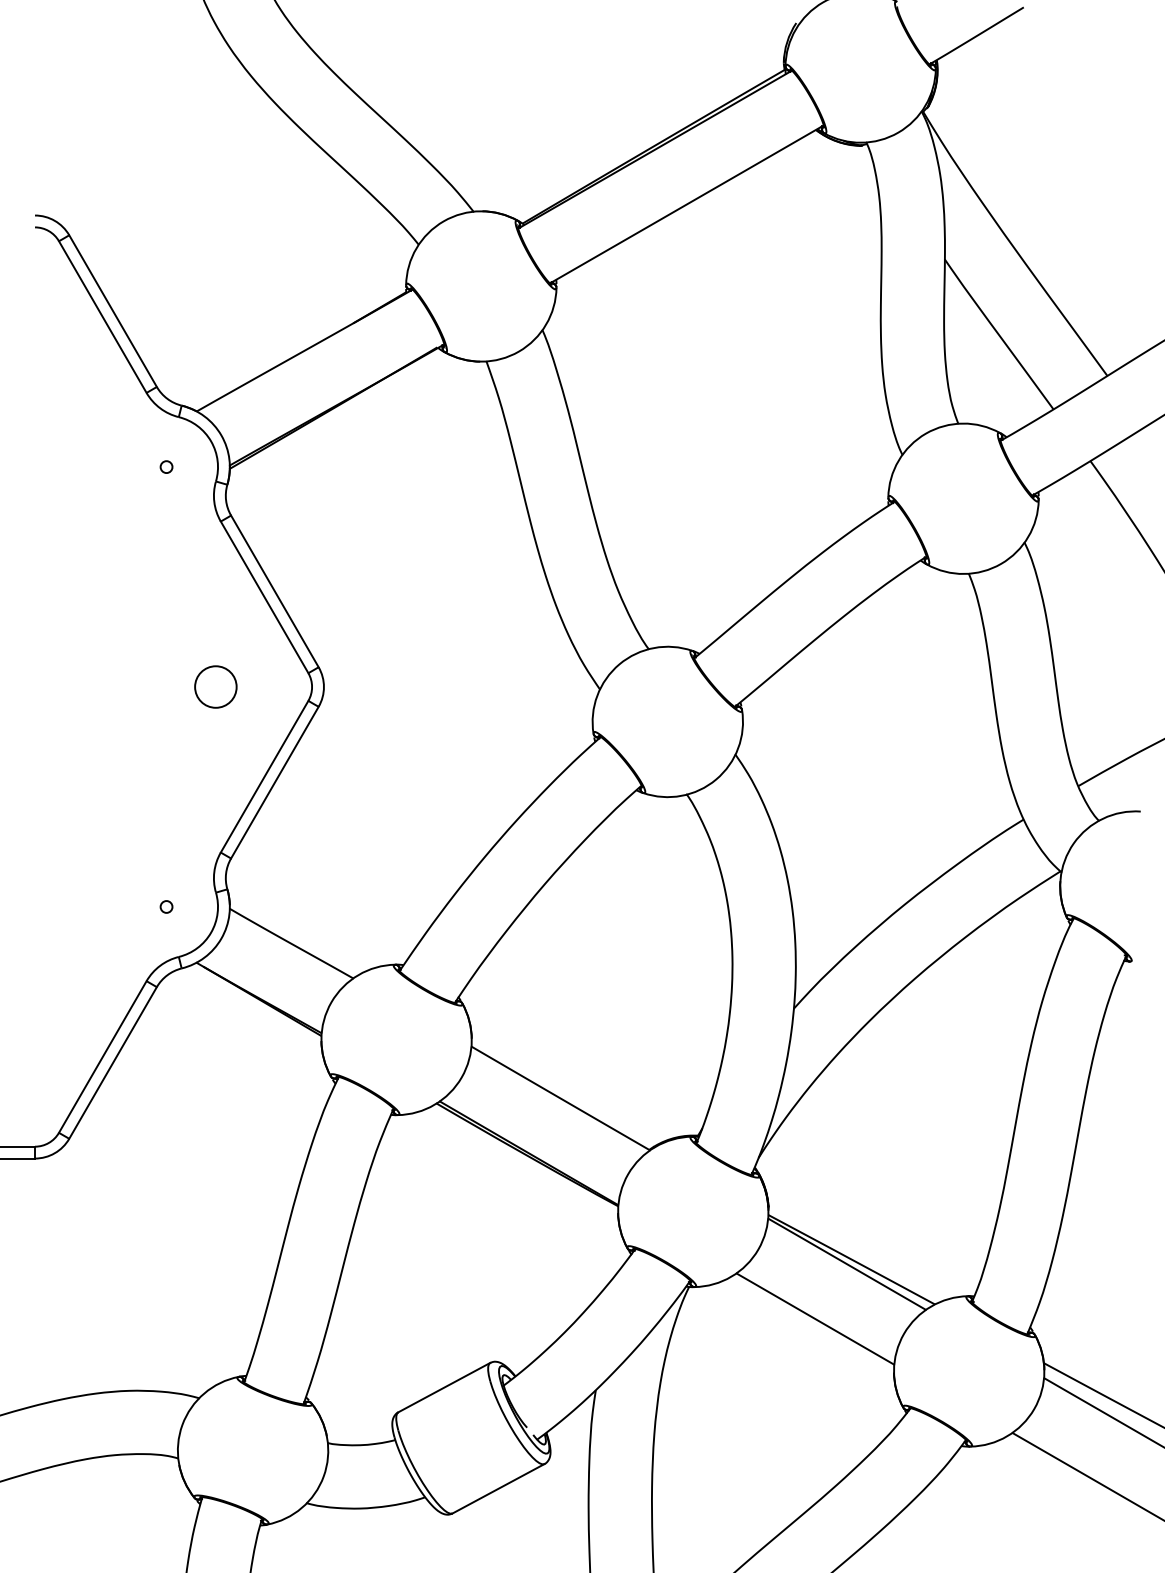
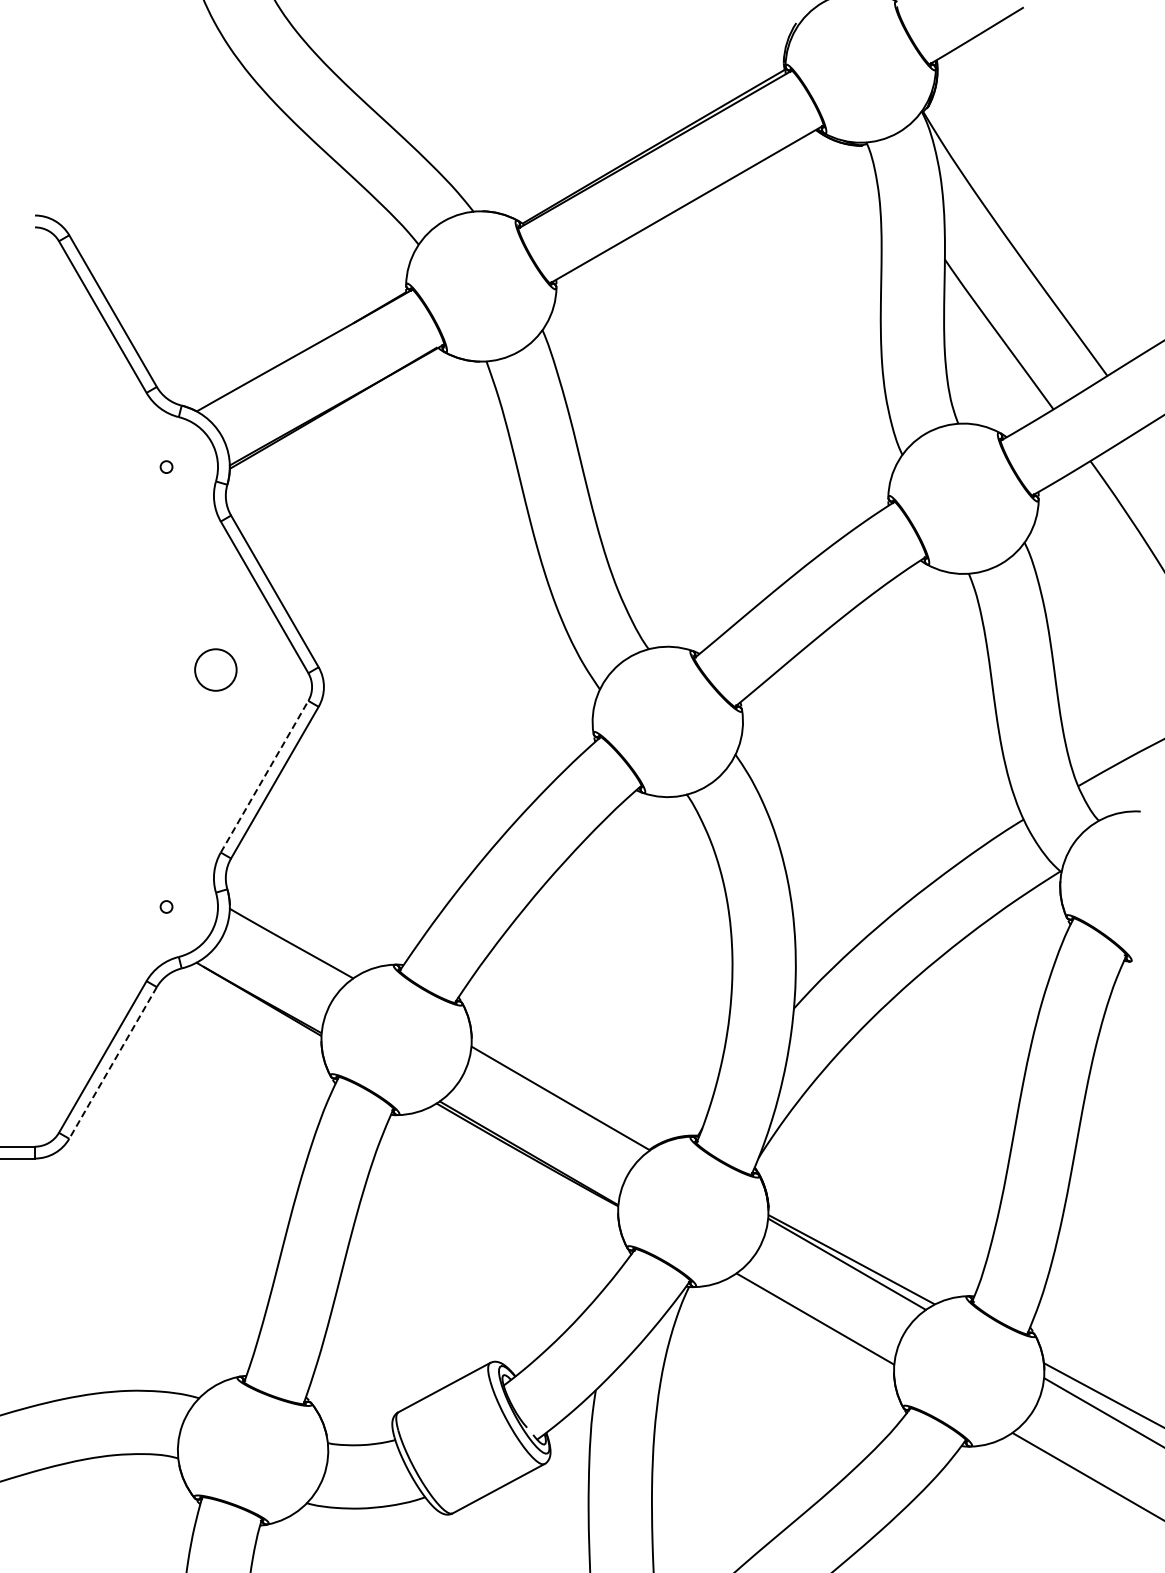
circle at (215, 686) position: (215, 686) -> (215, 669)
line at (264, 776): solid -> dashed
line at (113, 1062): solid -> dashed
